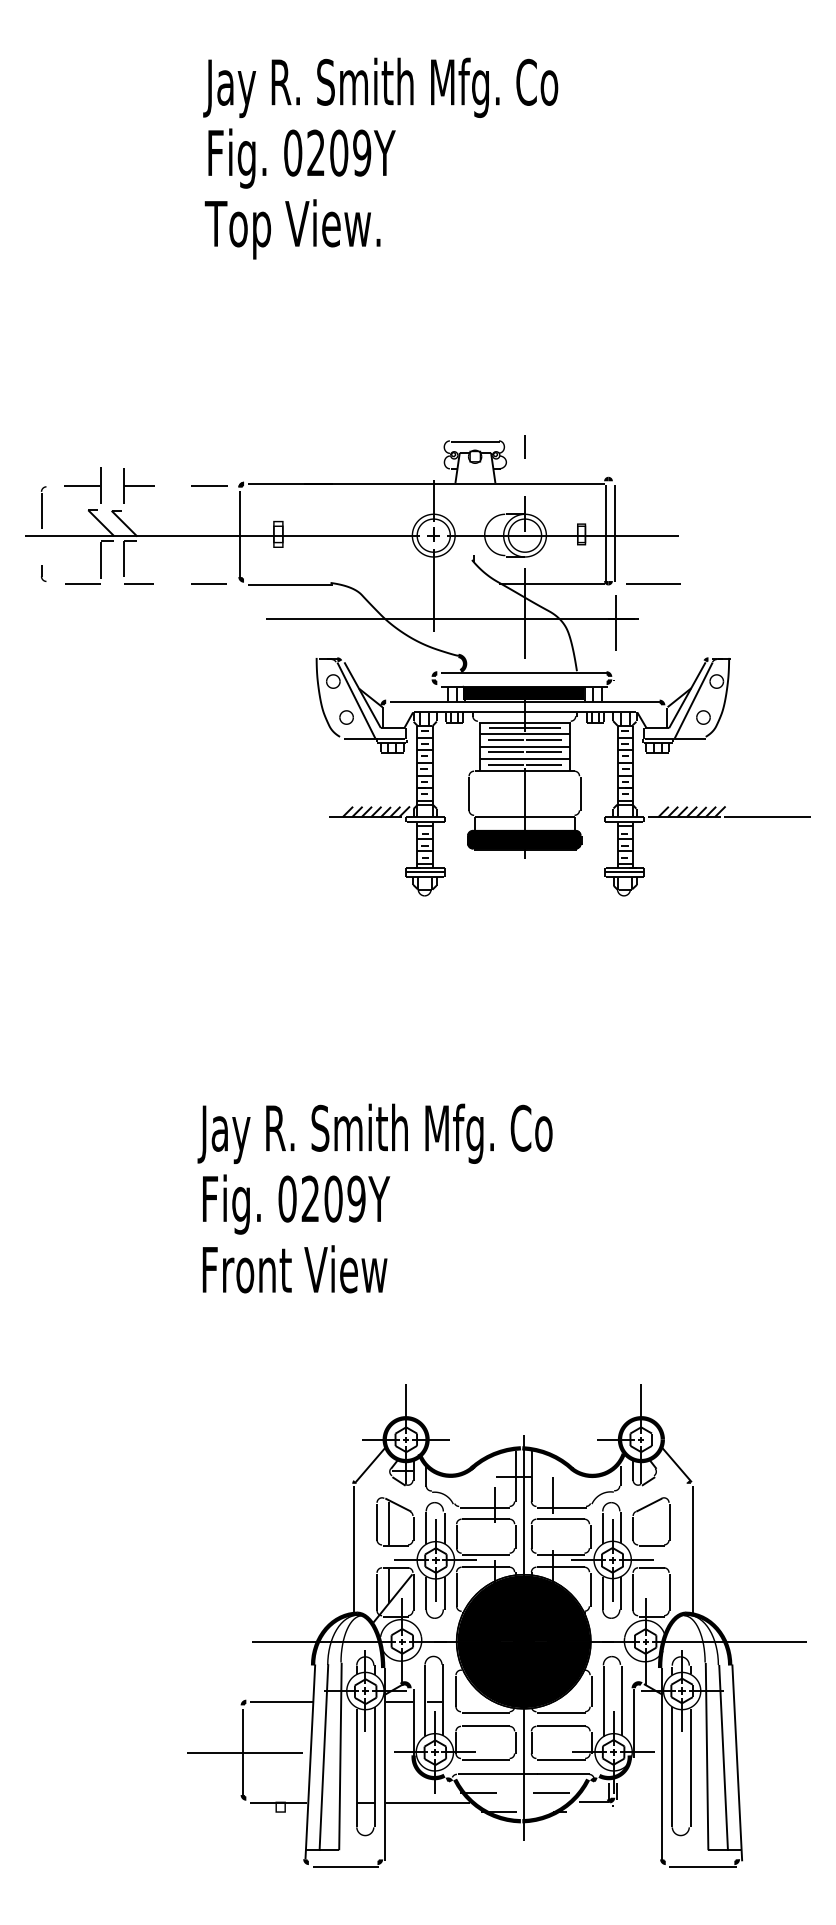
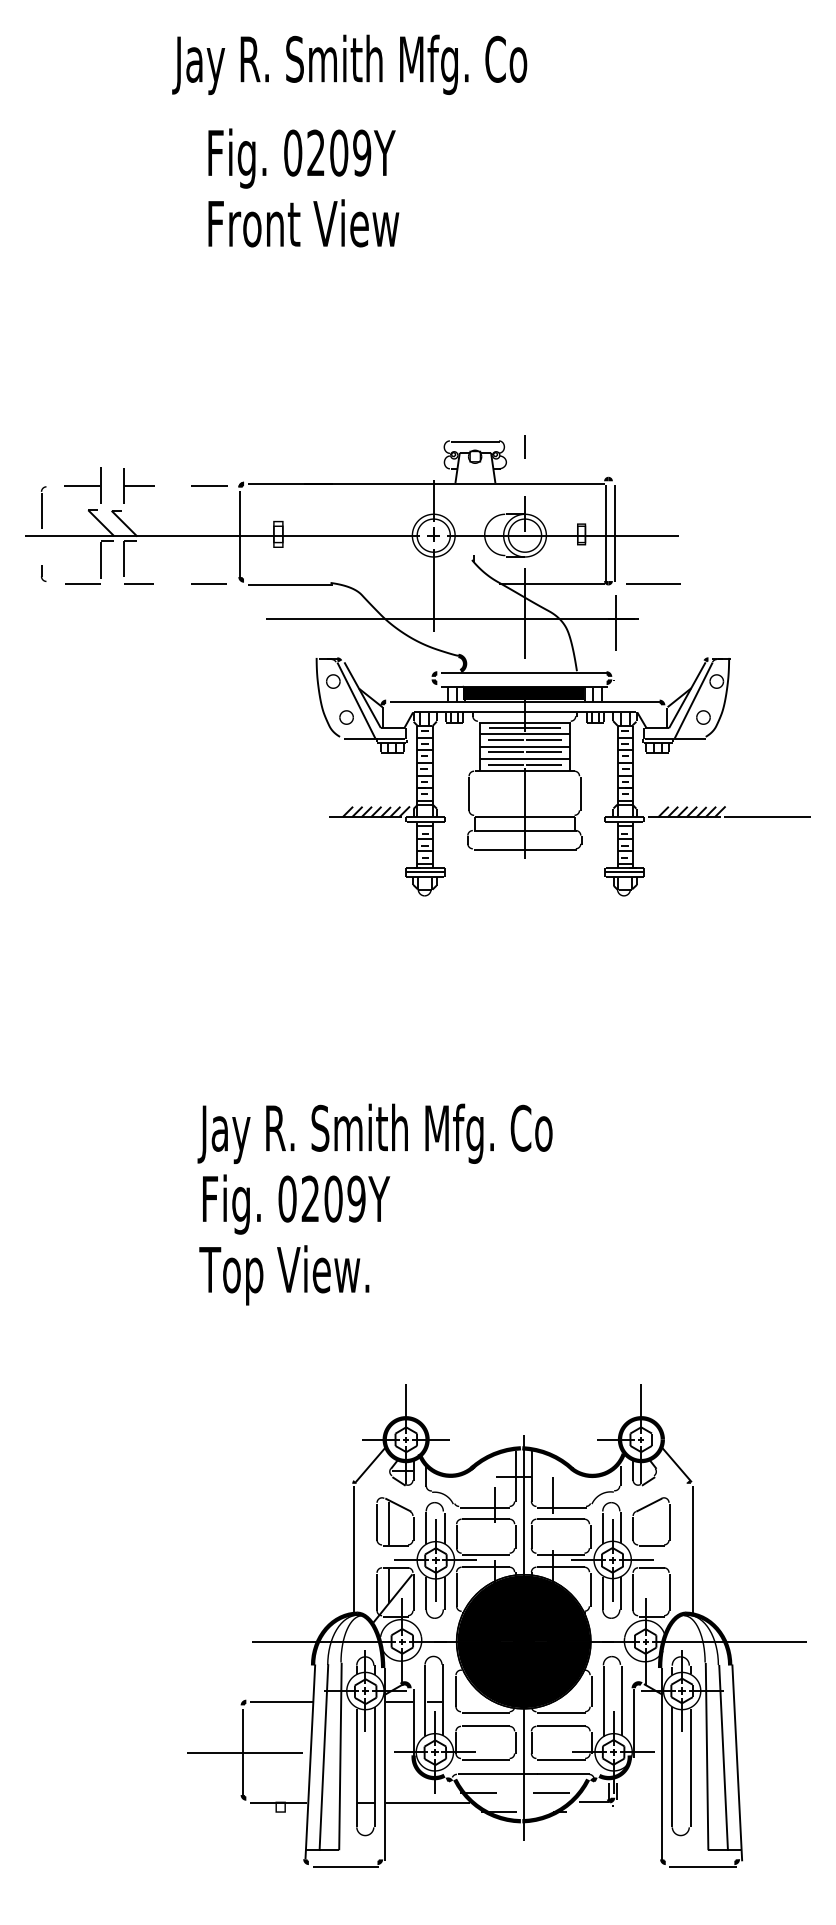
text at (380, 87) position: (380, 87) -> (349, 64)
text at (301, 229): Top View. -> Front View
fill at (524, 839): present -> none
text at (293, 1275): Front View -> Top View.
